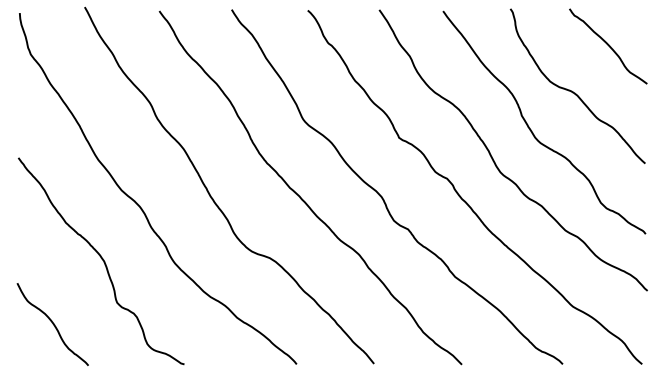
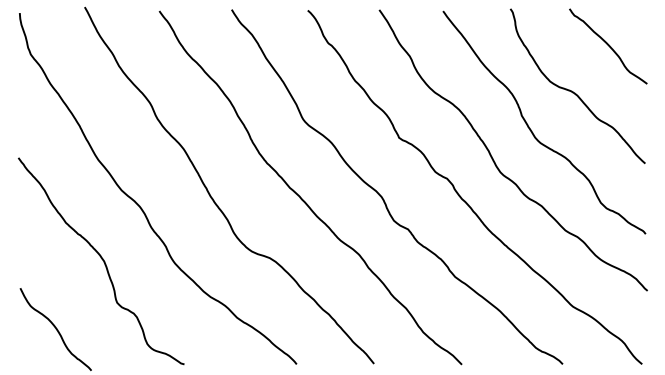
curve at (52, 324) position: (52, 324) -> (55, 329)
